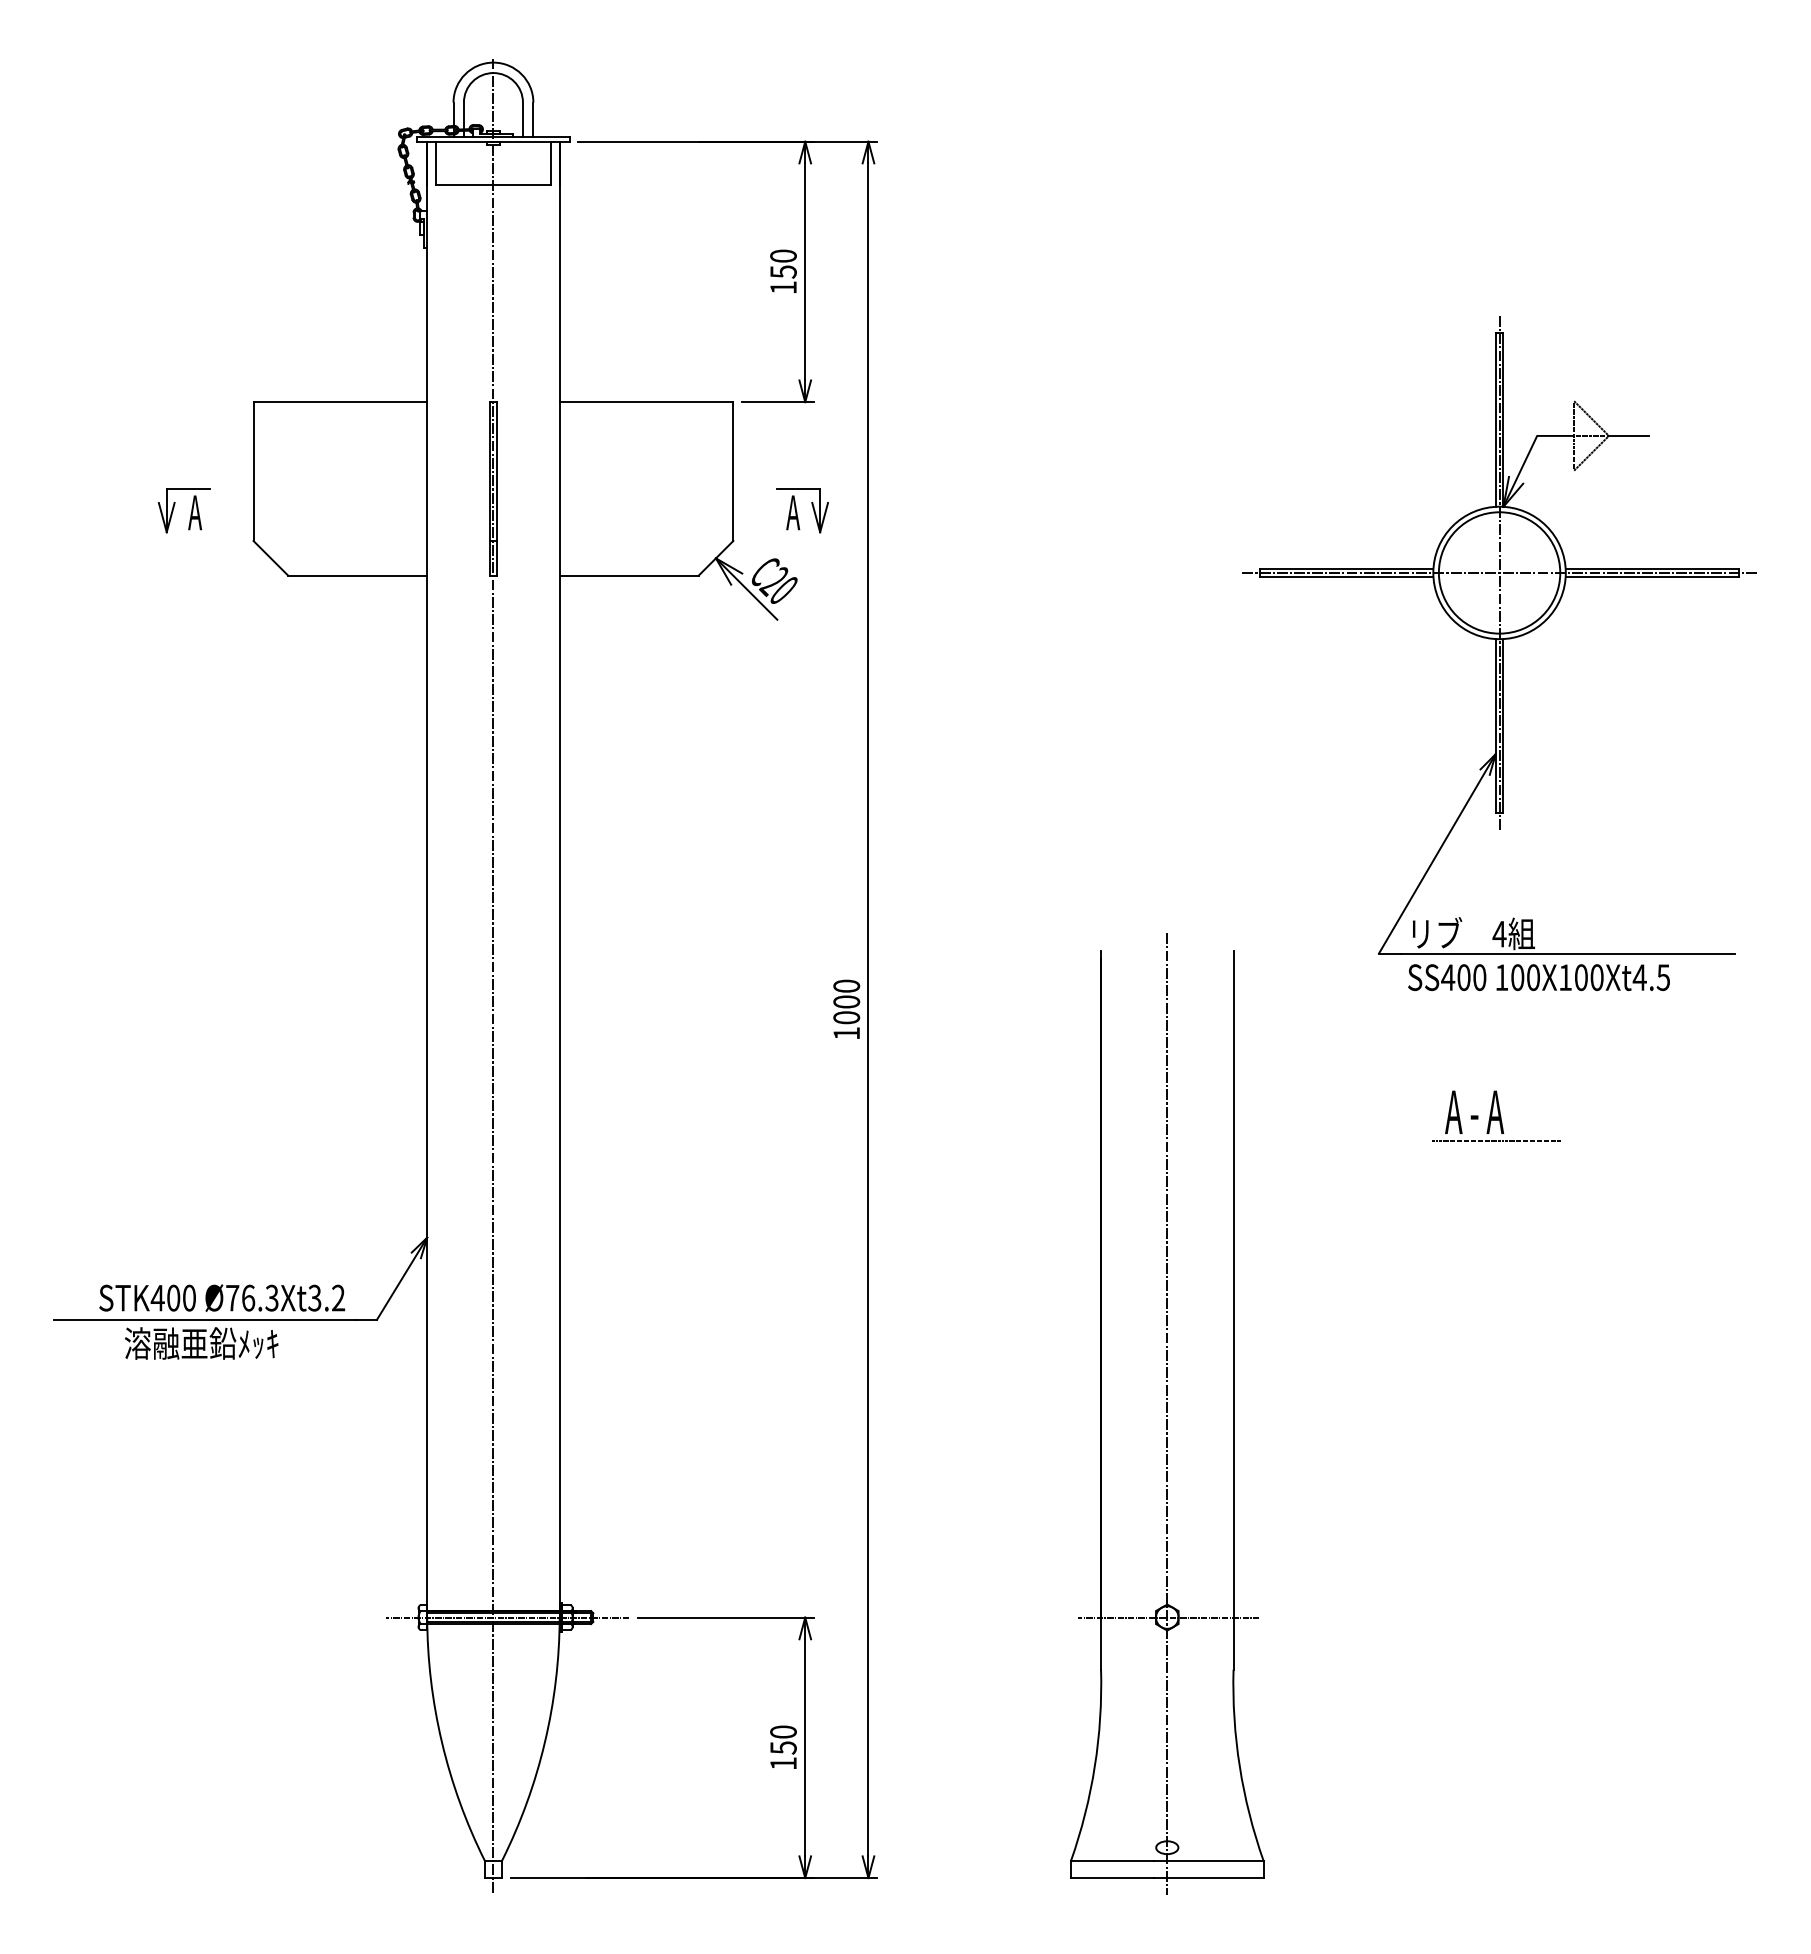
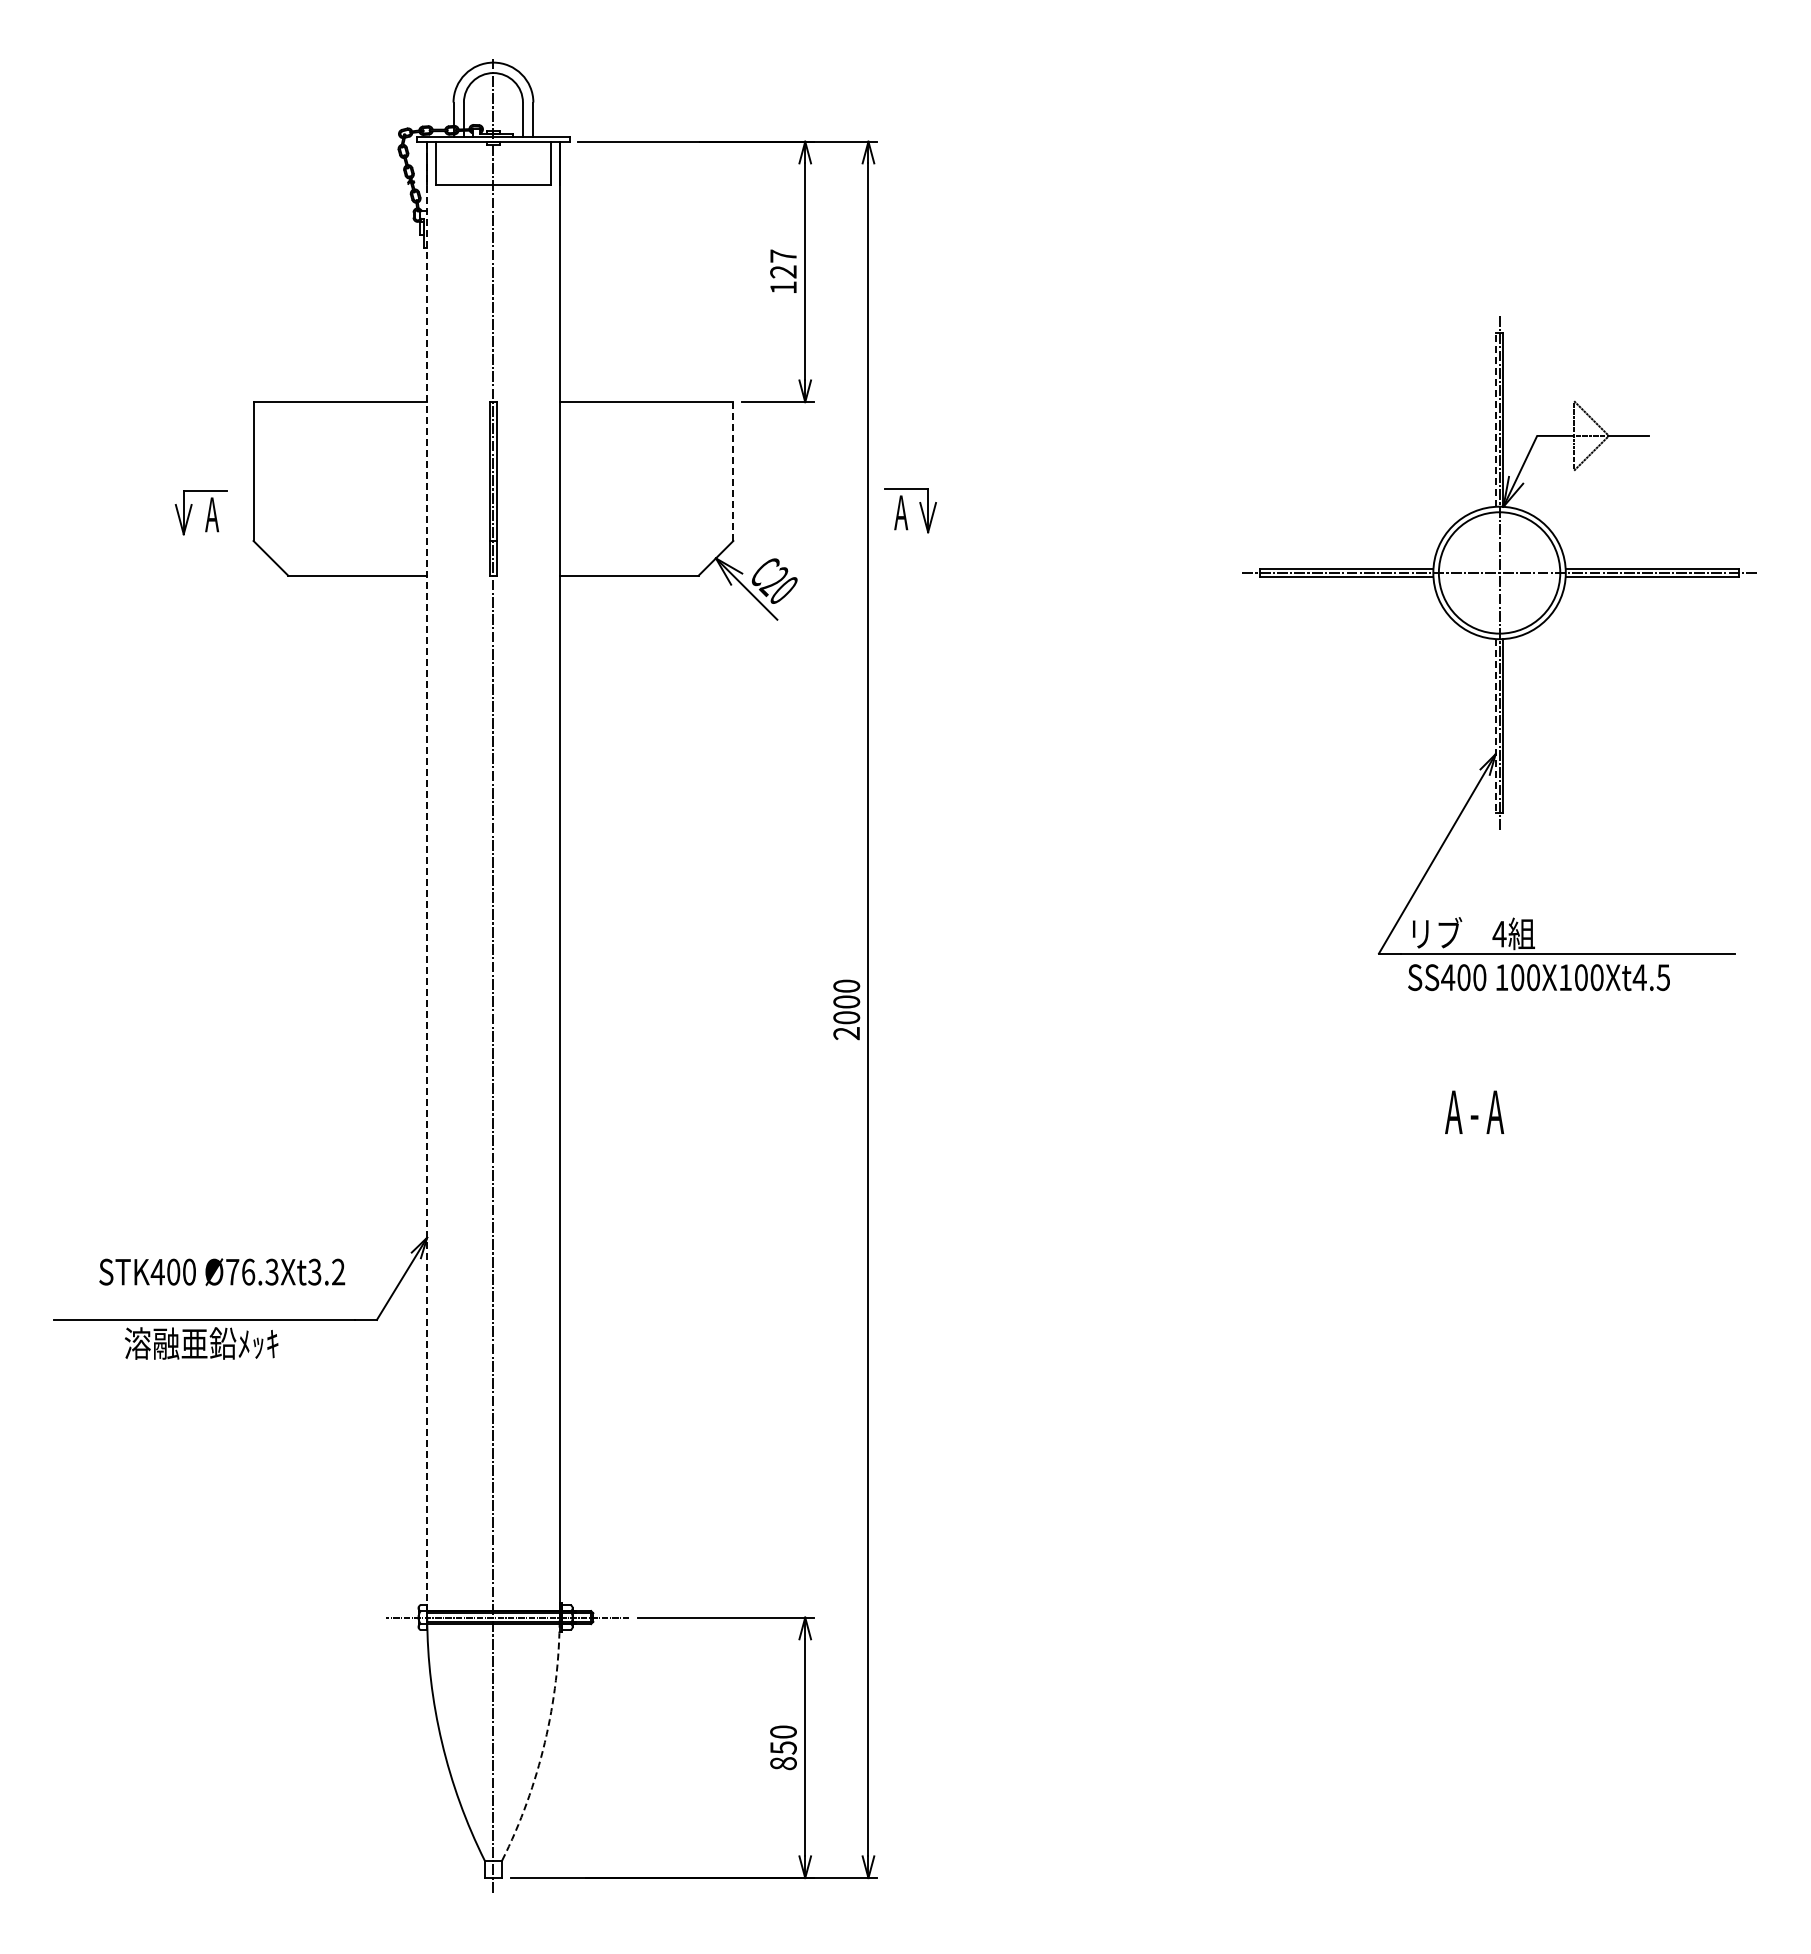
text at (783, 263): 150 -> 127
line at (1495, 419): solid -> dashed
line at (733, 471): solid -> dashed
part at (191, 510) position: (191, 510) -> (208, 512)
part at (802, 510) position: (802, 510) -> (910, 510)
line at (1495, 725): solid -> dashed
line at (427, 879): solid -> dashed
text at (846, 1033): 1000 -> 2000
line at (1496, 1140): present -> none
text at (222, 1297) position: (222, 1297) -> (222, 1271)
part at (1167, 1413): present -> none
arc at (544, 1742): solid -> dashed
text at (783, 1763): 150 -> 850
